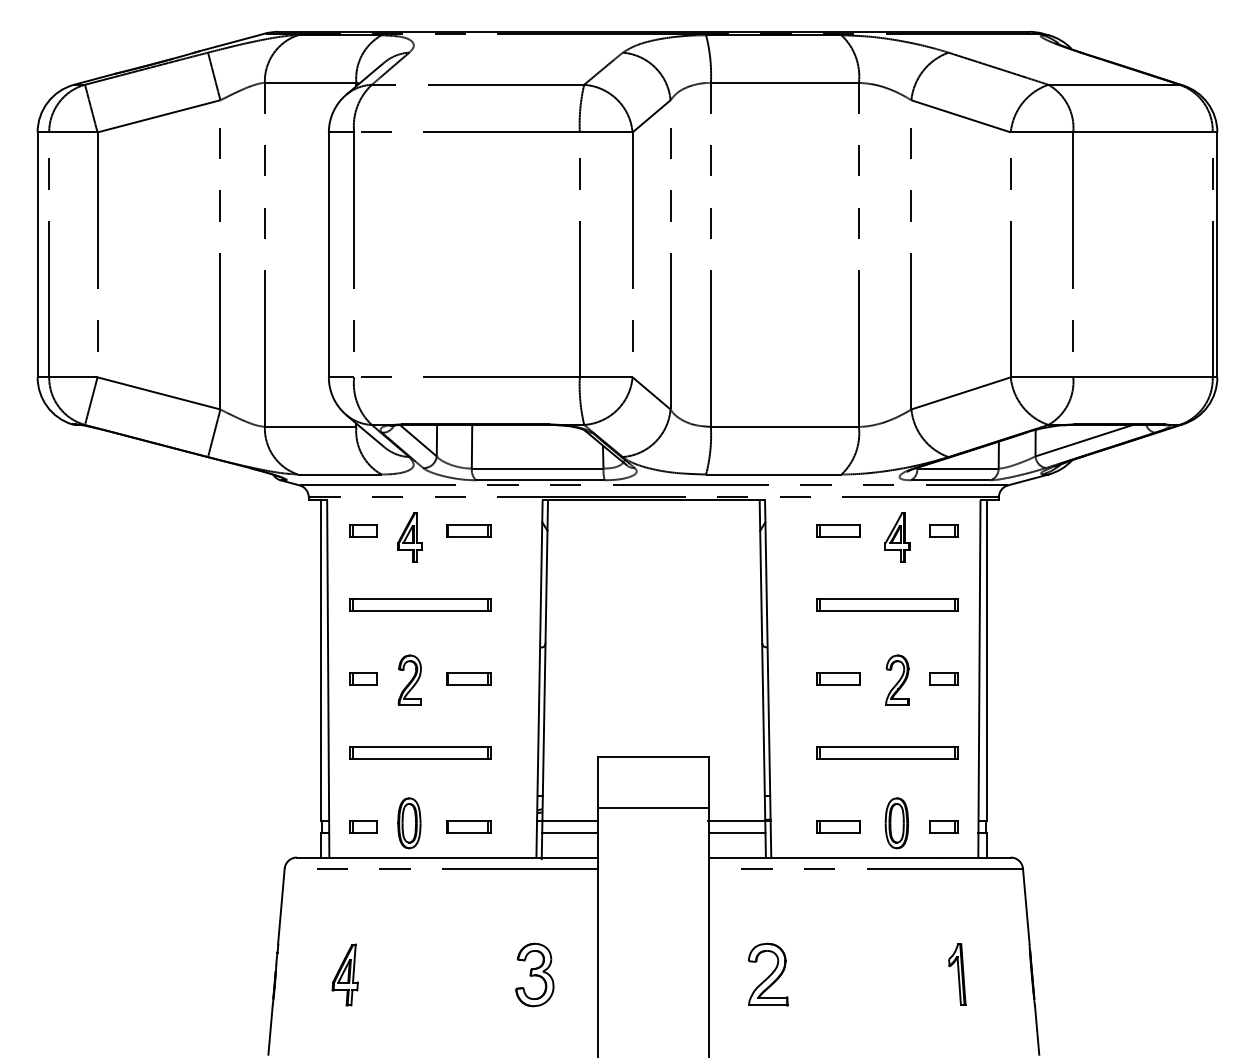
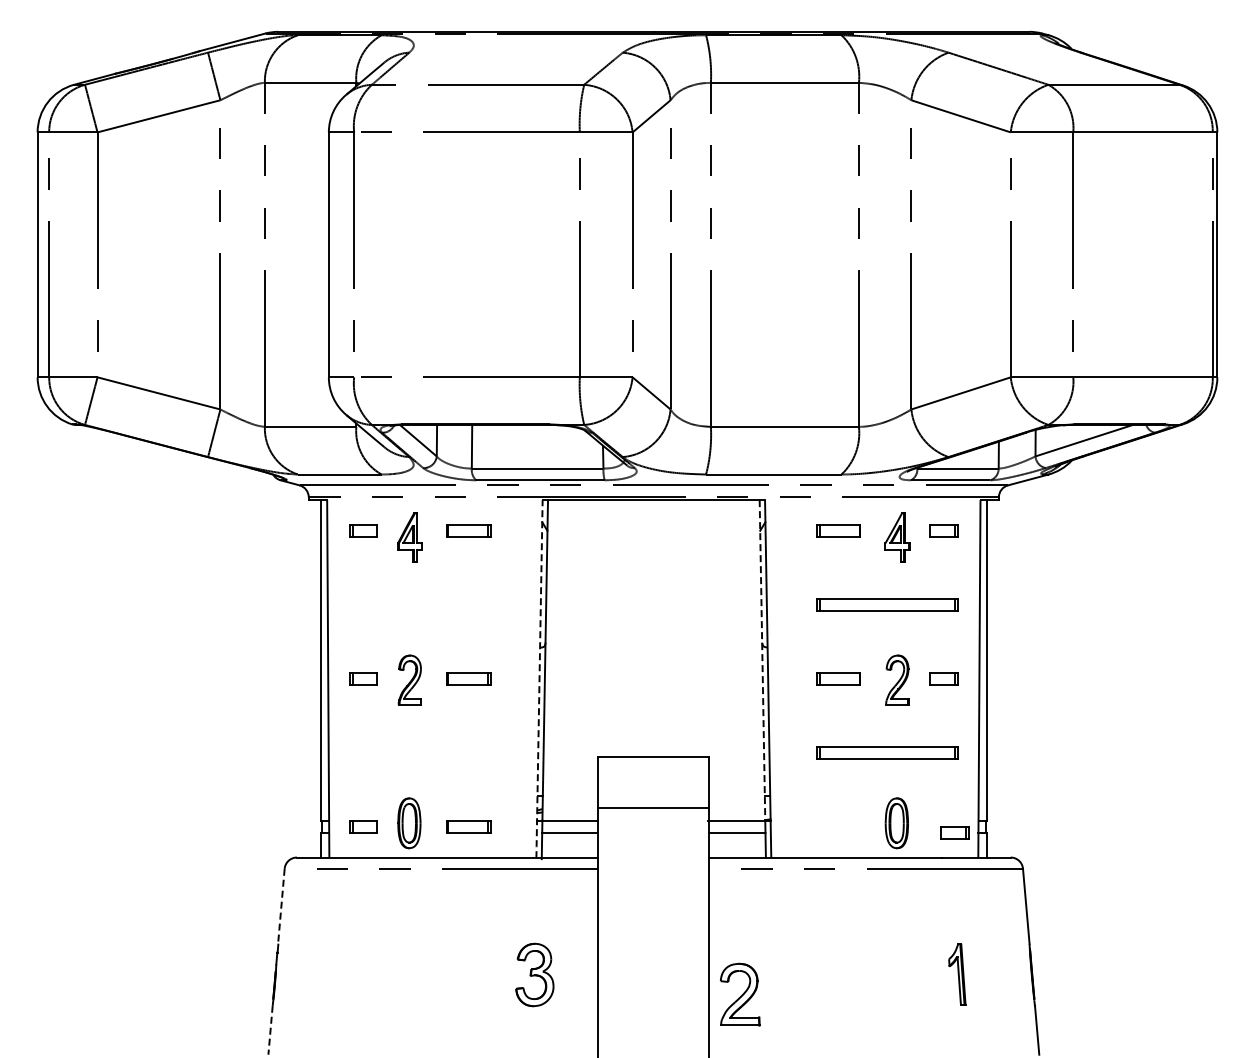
part at (420, 604): present -> none
line at (762, 660): solid -> dashed
line at (539, 679): solid -> dashed
part at (420, 752): present -> none
part at (838, 826): present -> none
part at (943, 826) position: (943, 826) -> (954, 832)
line at (281, 907): solid -> dashed
part at (344, 974): present -> none
part at (768, 974) position: (768, 974) -> (740, 994)
line at (270, 1030): solid -> dashed
